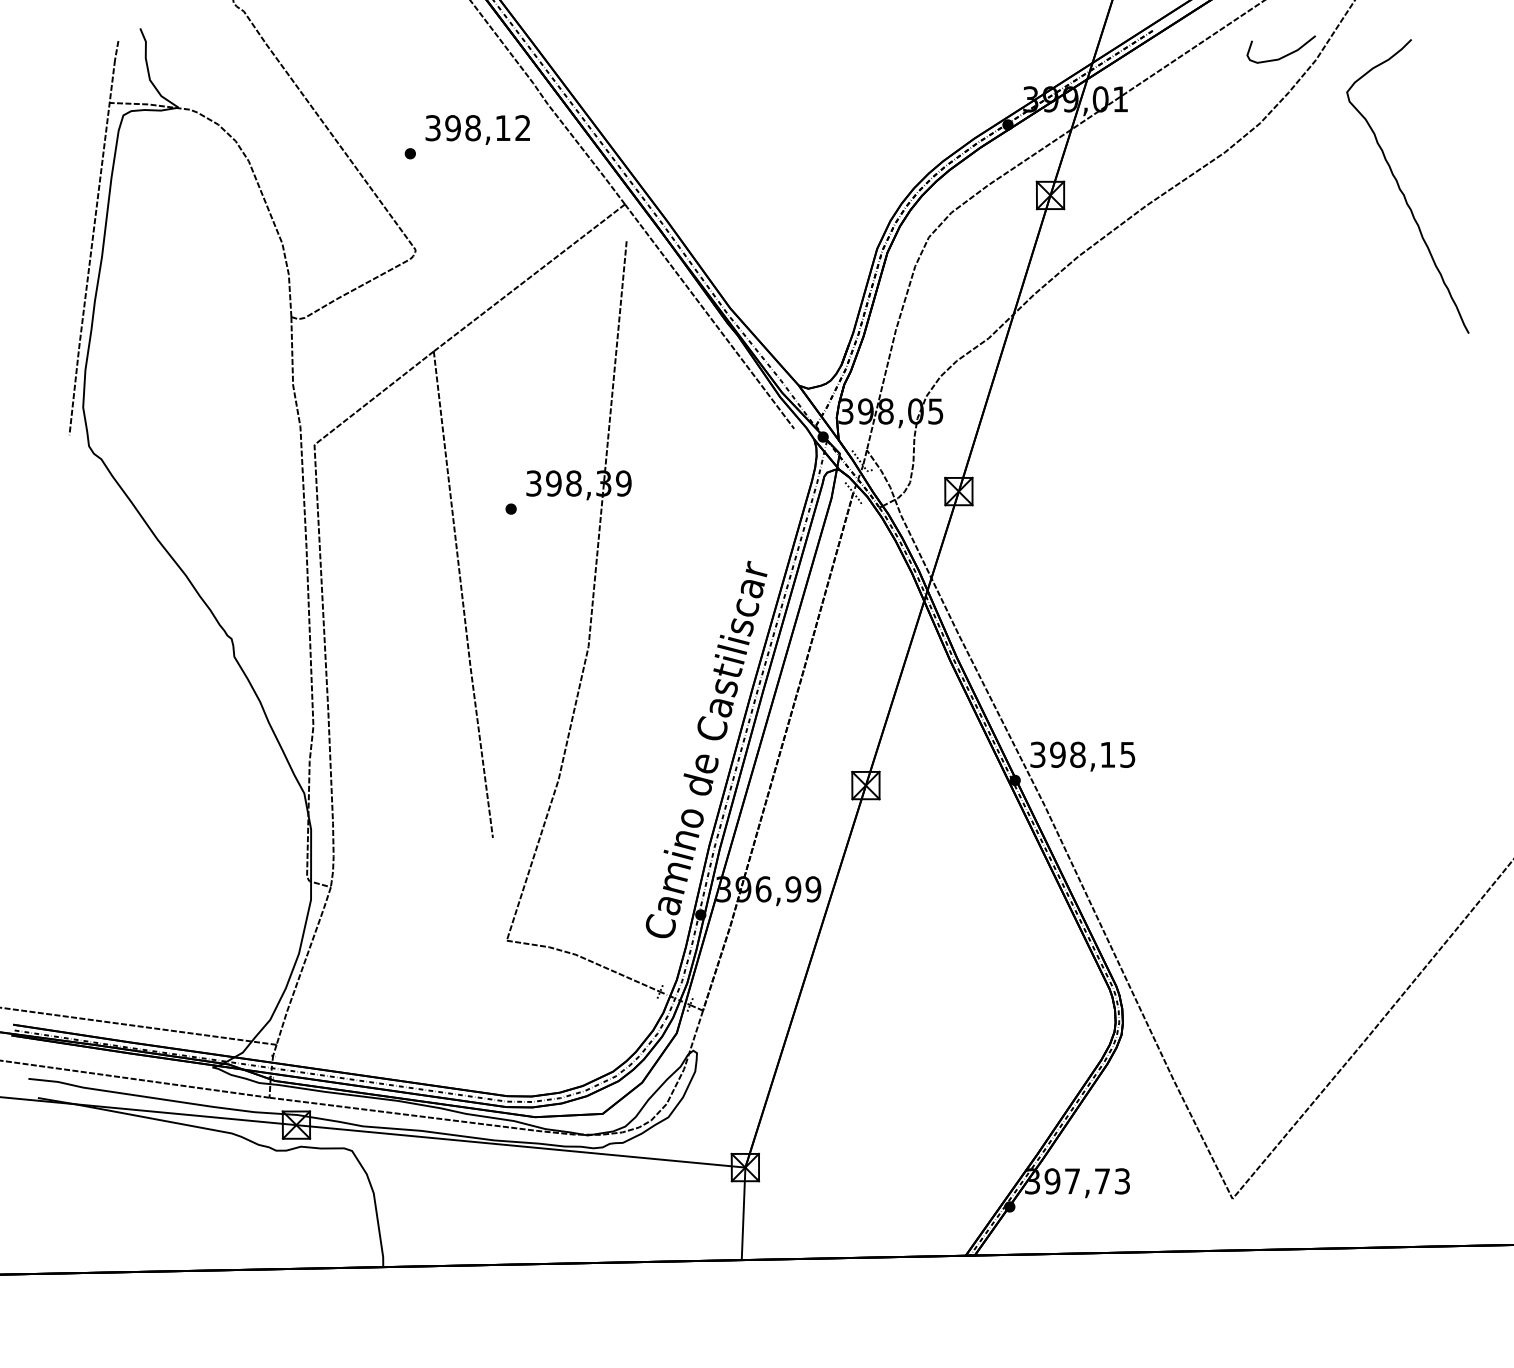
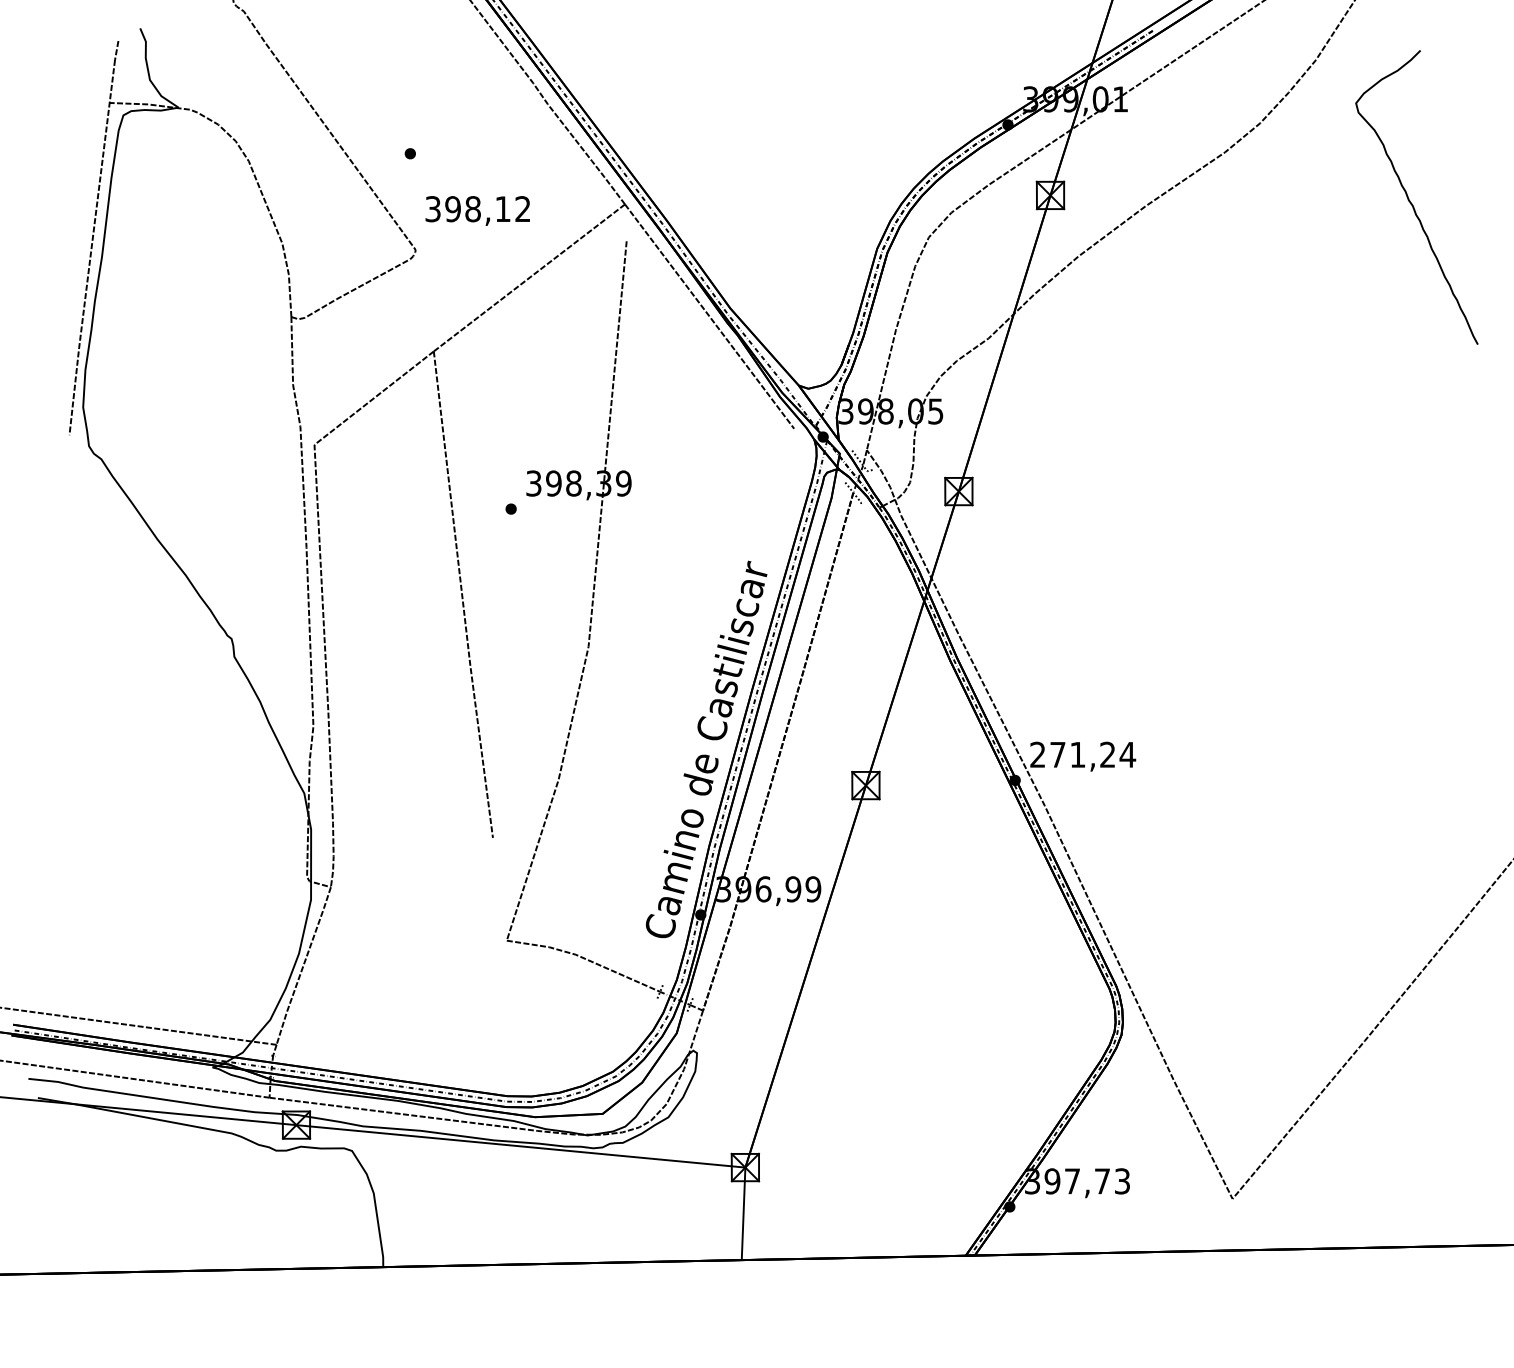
curve at (1284, 55): present -> none
text at (477, 129) position: (477, 129) -> (477, 210)
curve at (1401, 189) position: (1401, 189) -> (1410, 200)
text at (1083, 754): 398,15 -> 271,24
